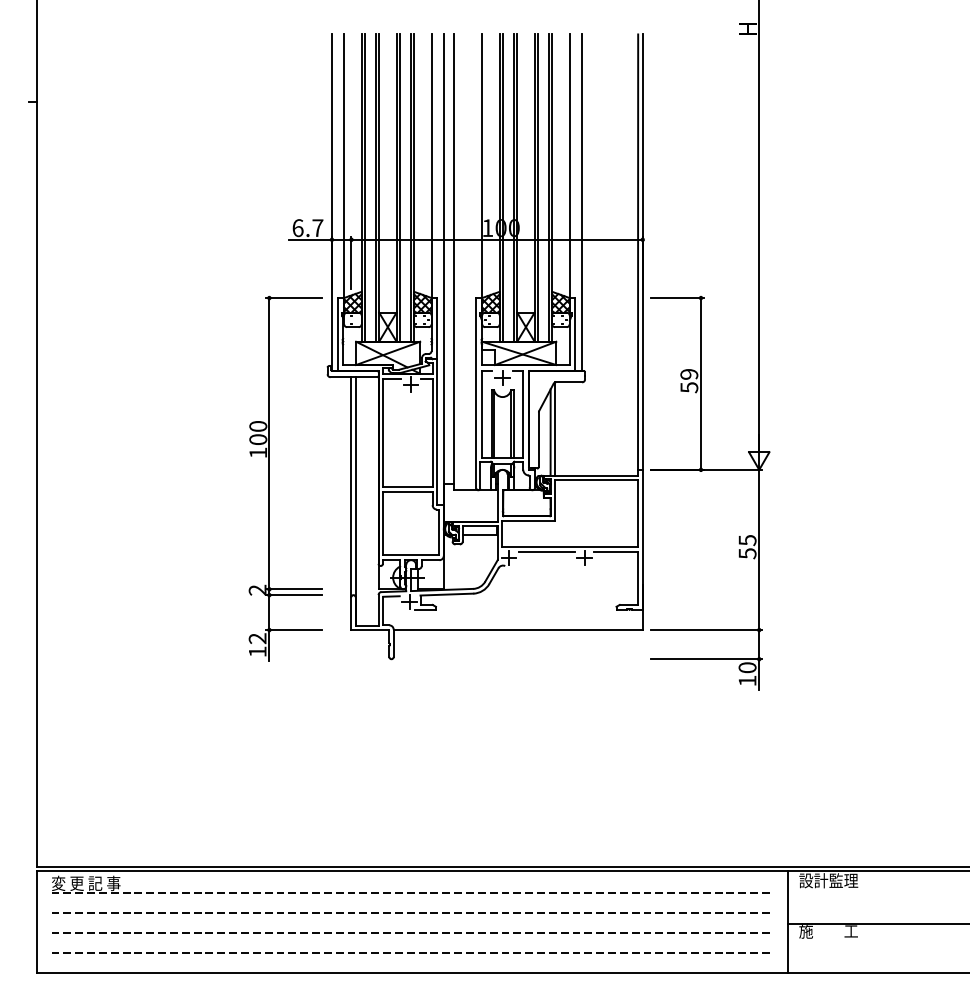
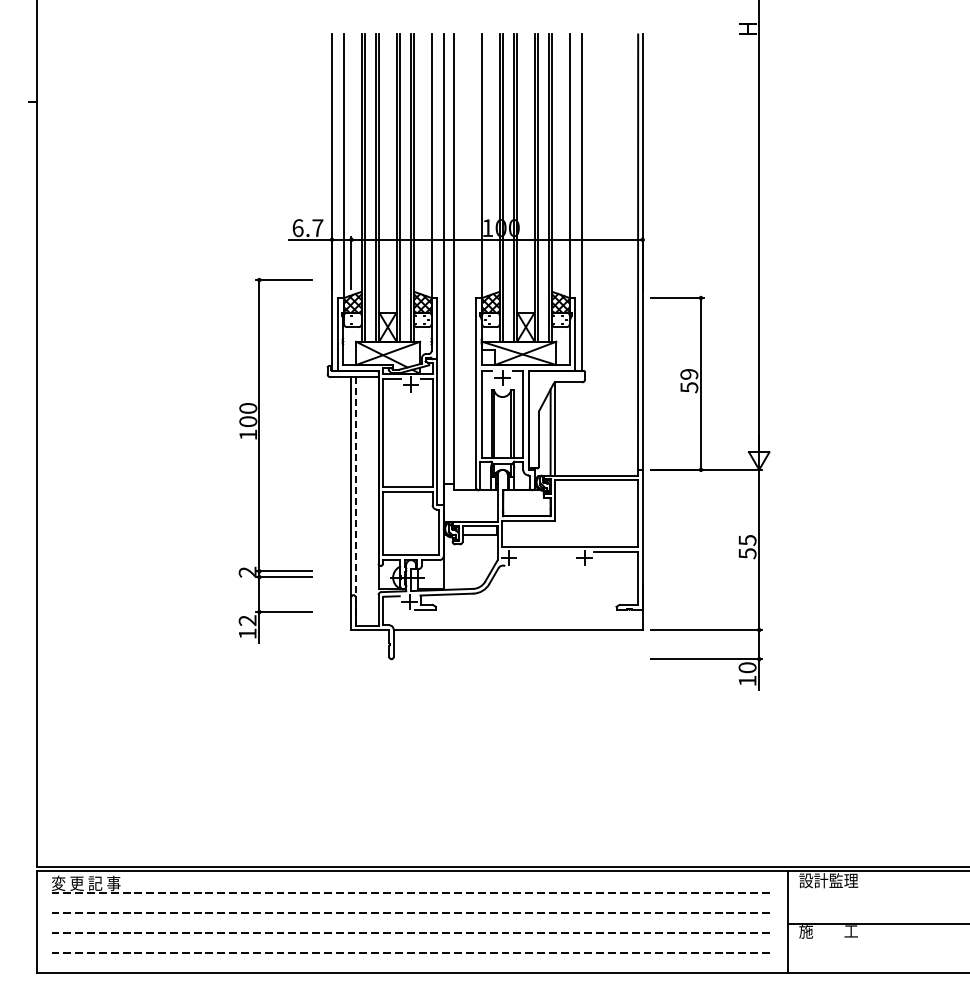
part at (269, 478) position: (269, 478) -> (259, 460)
line at (356, 501): solid -> dashed
line at (546, 552): present -> none
